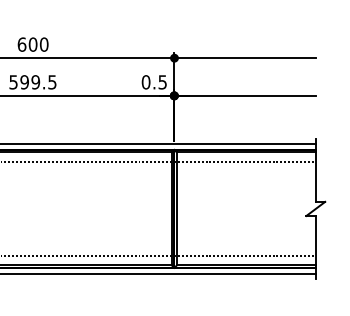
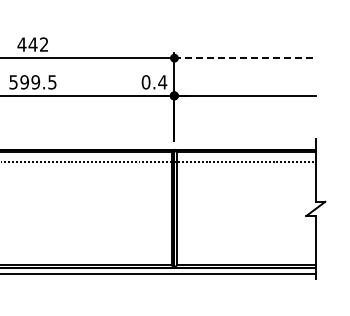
text at (32, 44): 600 -> 442
line at (245, 58): solid -> dashed
text at (162, 82): 0.5 -> 0.4
line at (158, 143): present -> none
line at (158, 256): present -> none
